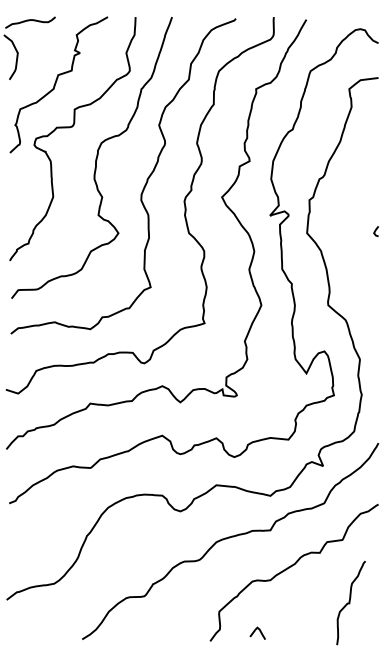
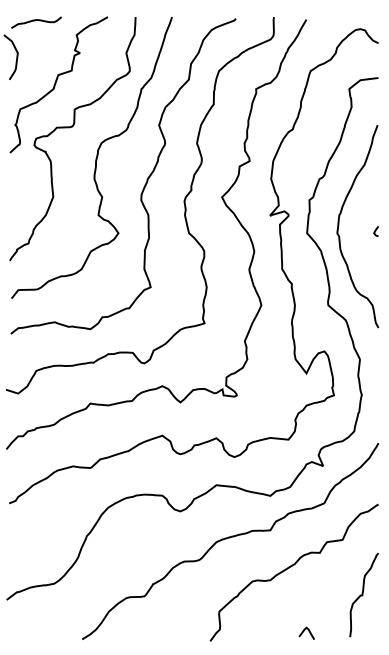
curve at (29, 21) position: (29, 21) -> (35, 21)
curve at (339, 225): none -> present
curve at (350, 602) position: (350, 602) -> (363, 594)
curve at (256, 630) position: (256, 630) -> (305, 630)
